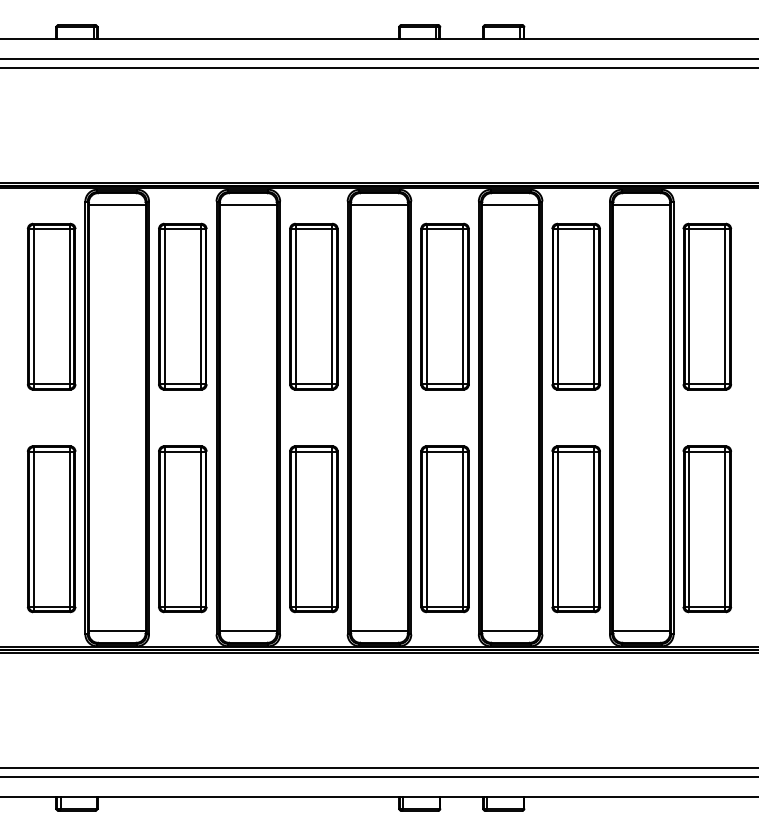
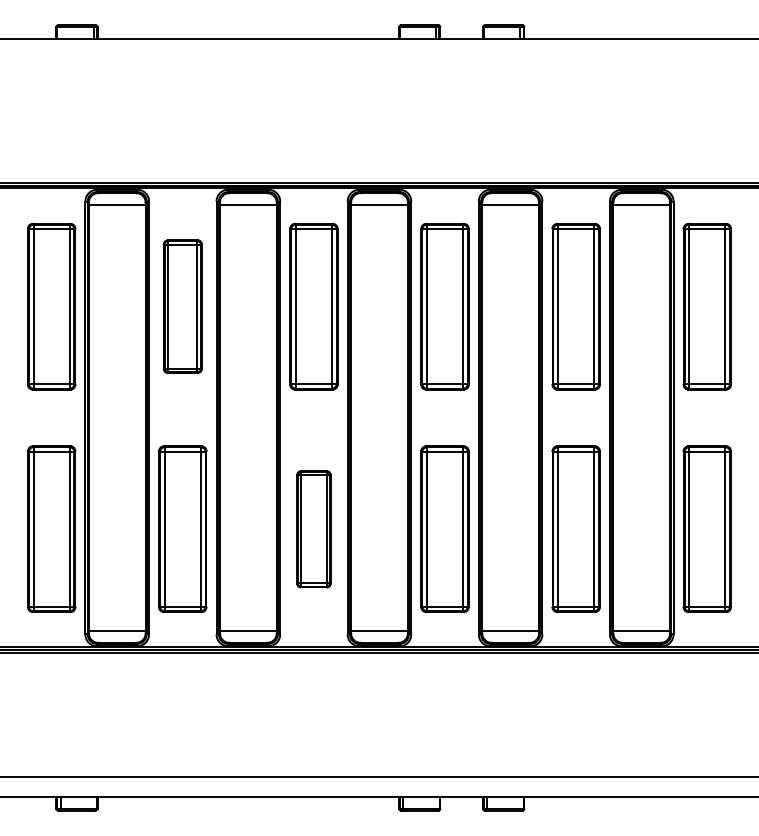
line at (378, 59): present -> none
line at (378, 67): present -> none
part at (182, 306) size: 50x169 px -> 41x135 px
part at (313, 529) size: 50x169 px -> 36x119 px
line at (378, 768): present -> none
